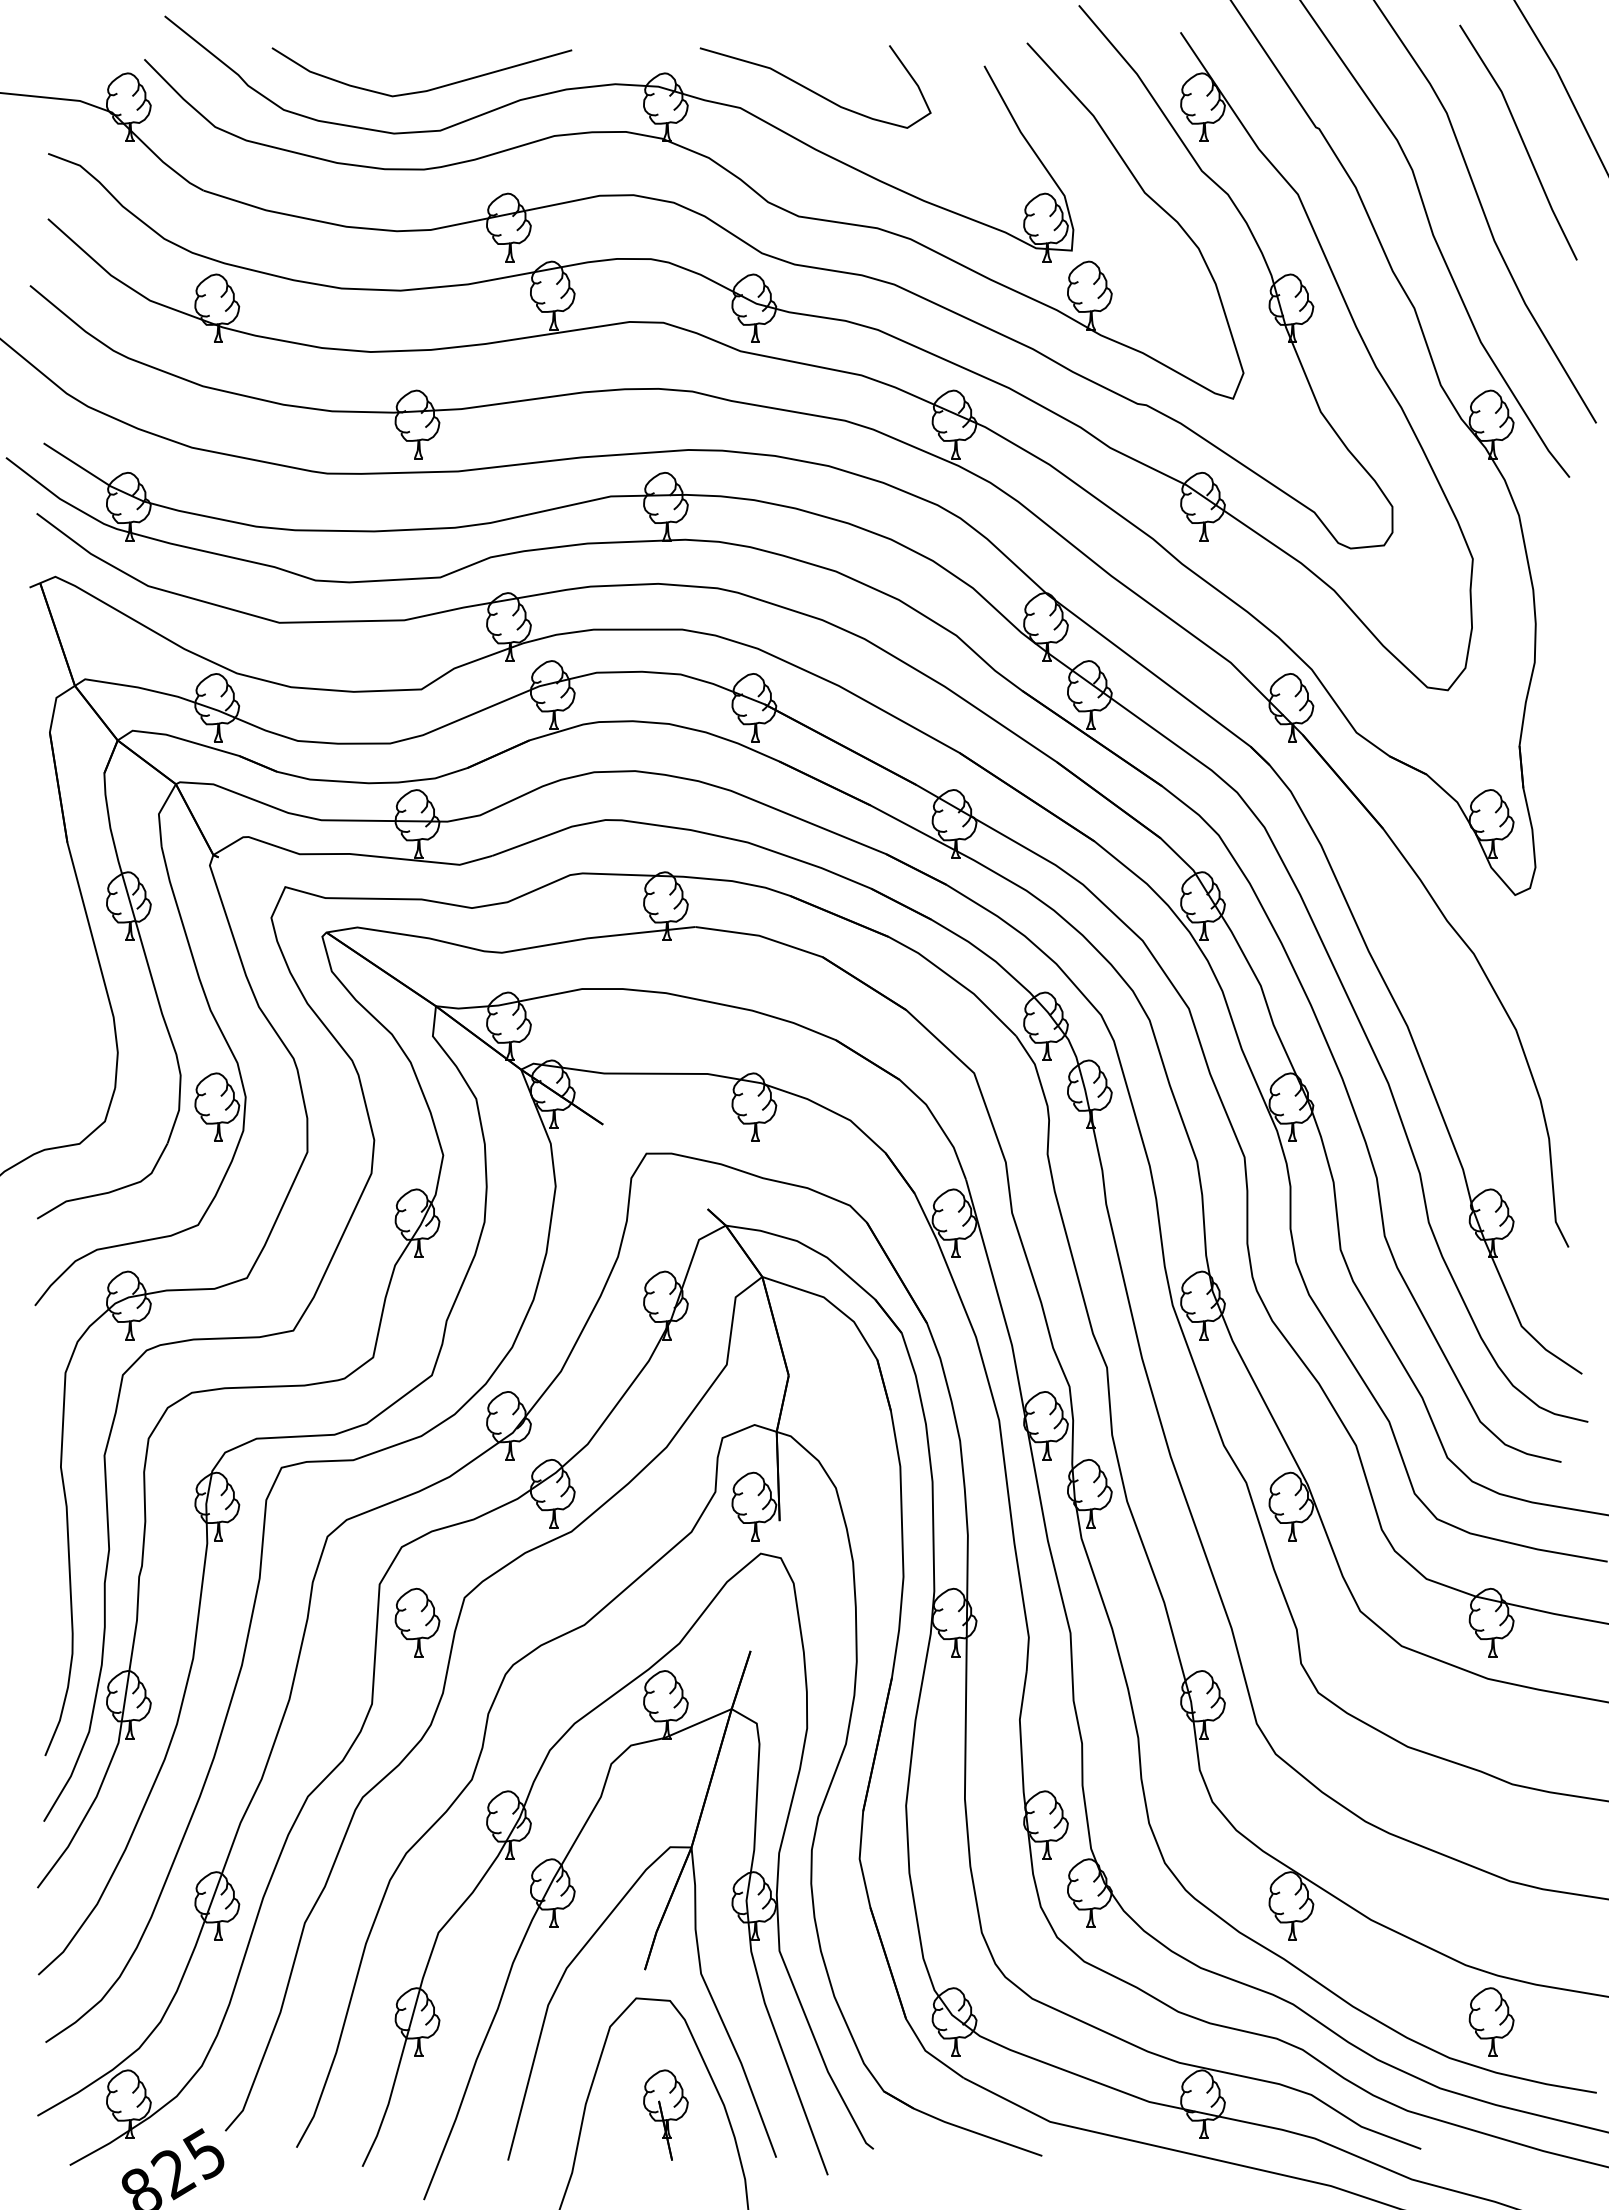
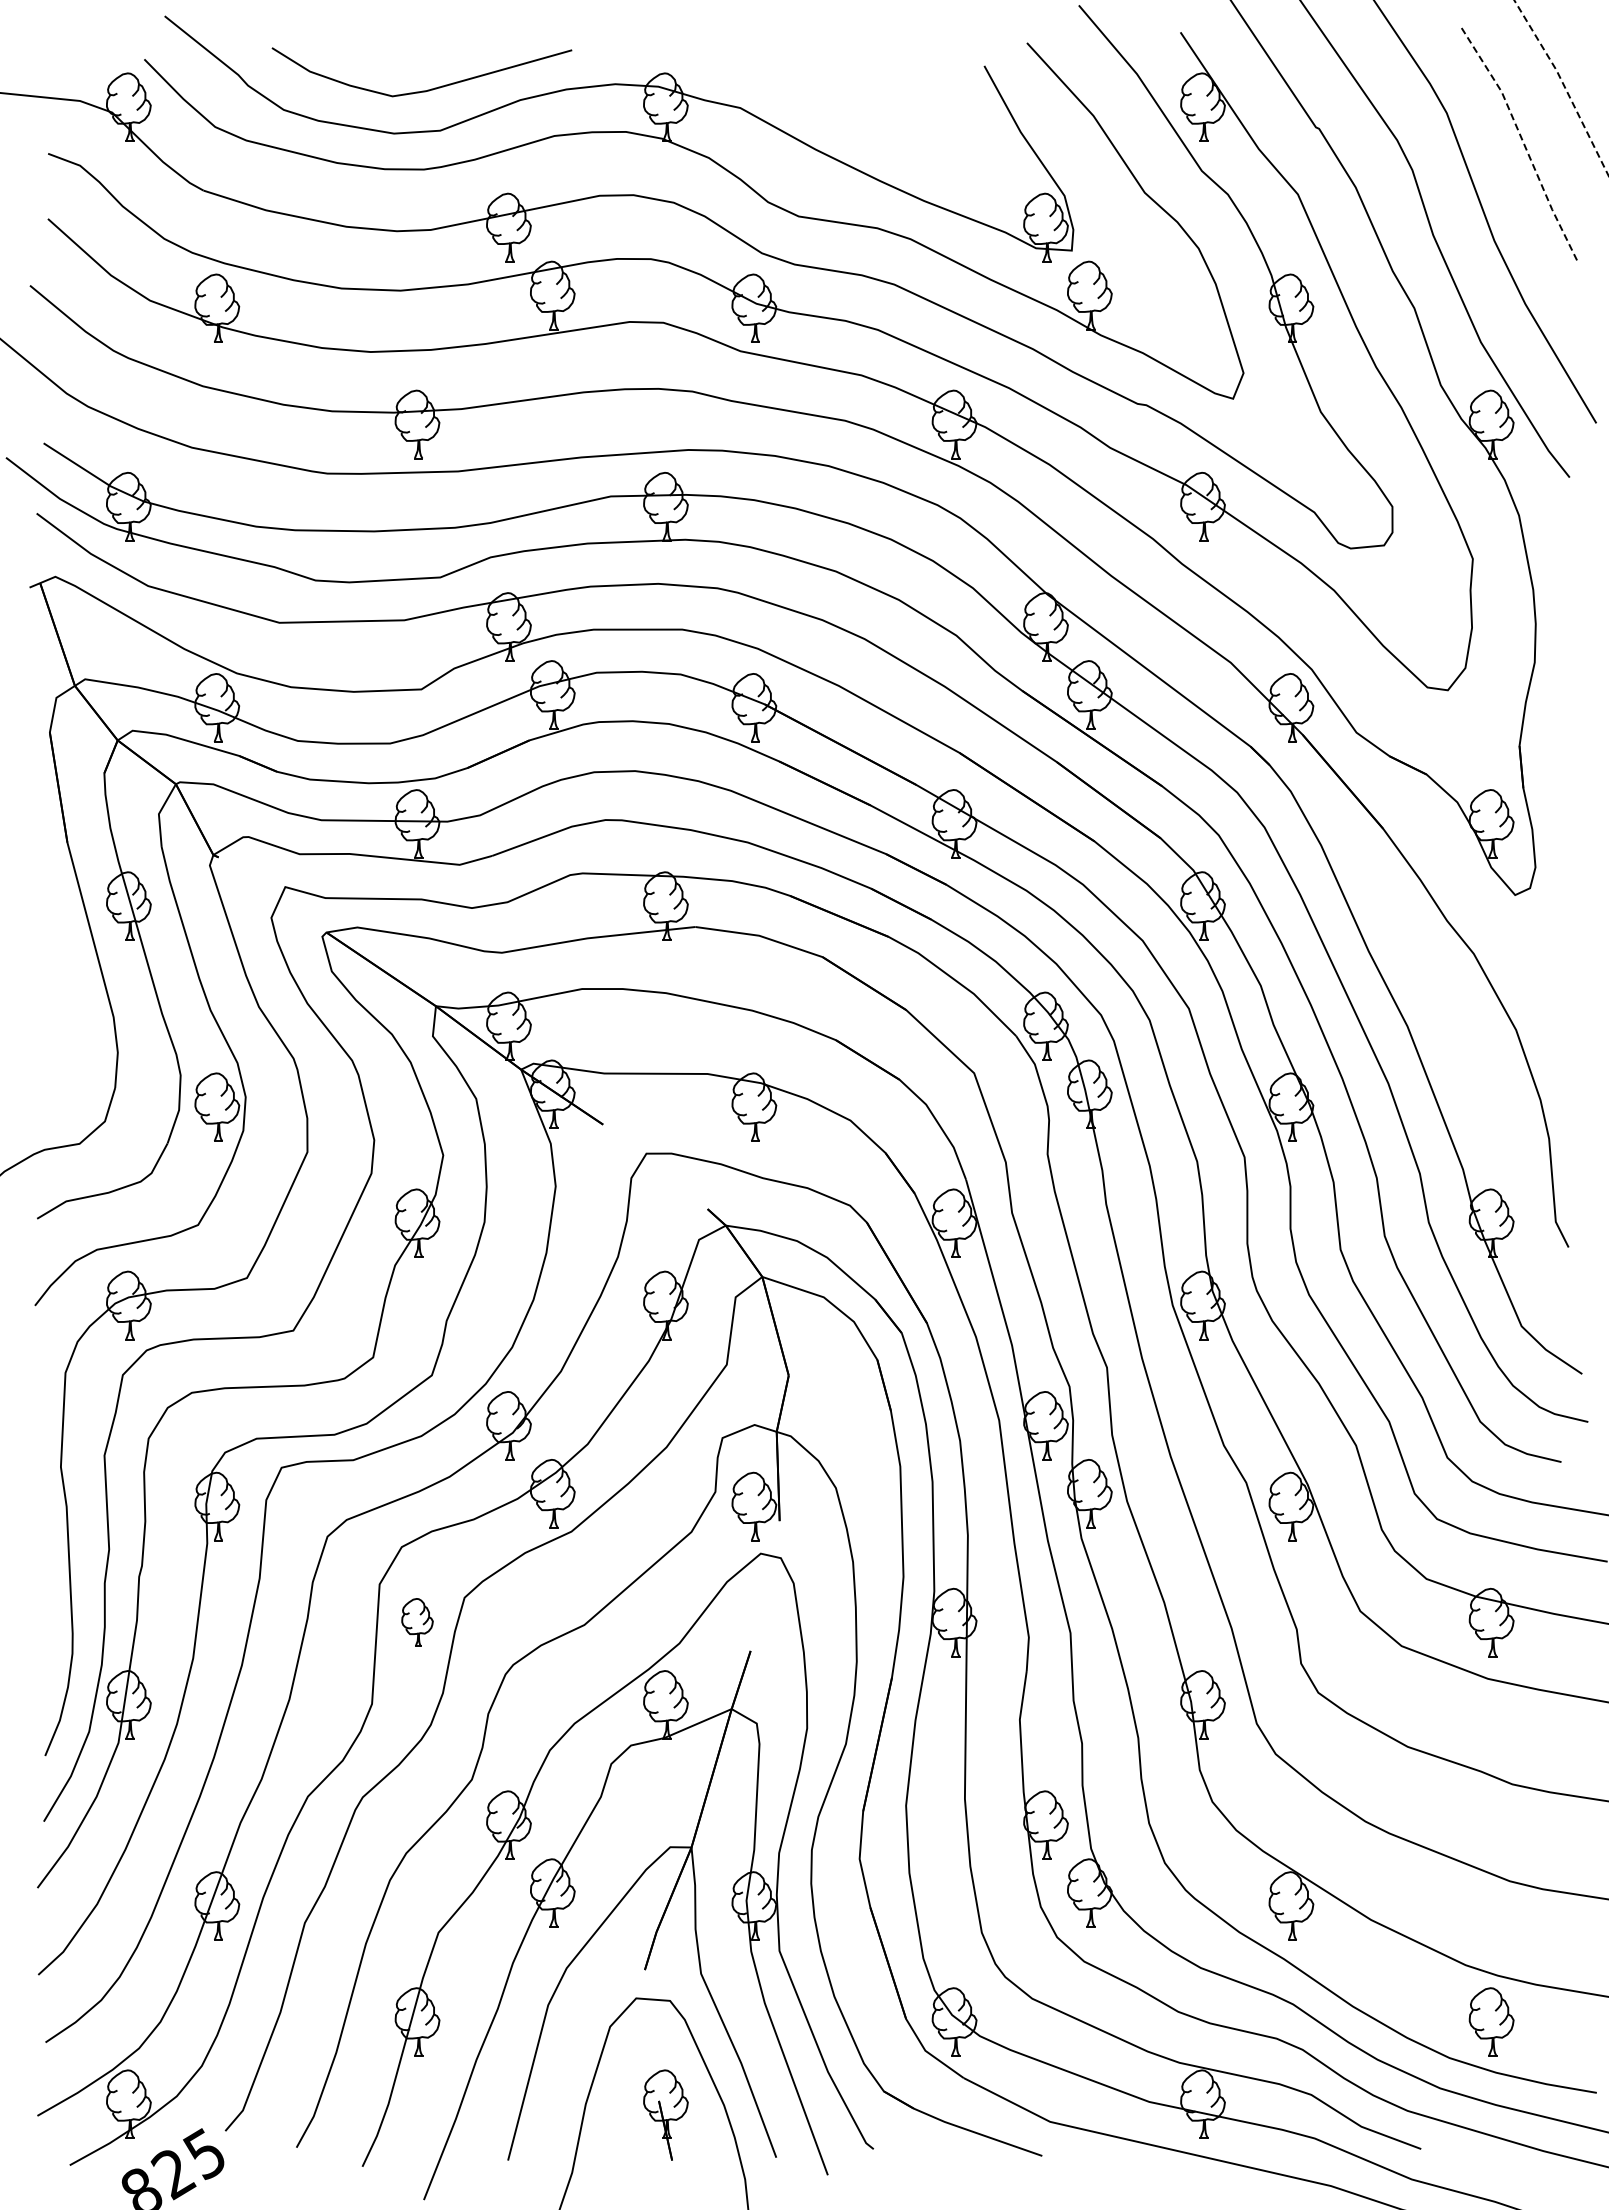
line at (1564, 86): solid -> dashed
curve at (813, 90): present -> none
line at (1522, 140): solid -> dashed
part at (417, 1622) size: 47x71 px -> 33x49 px
